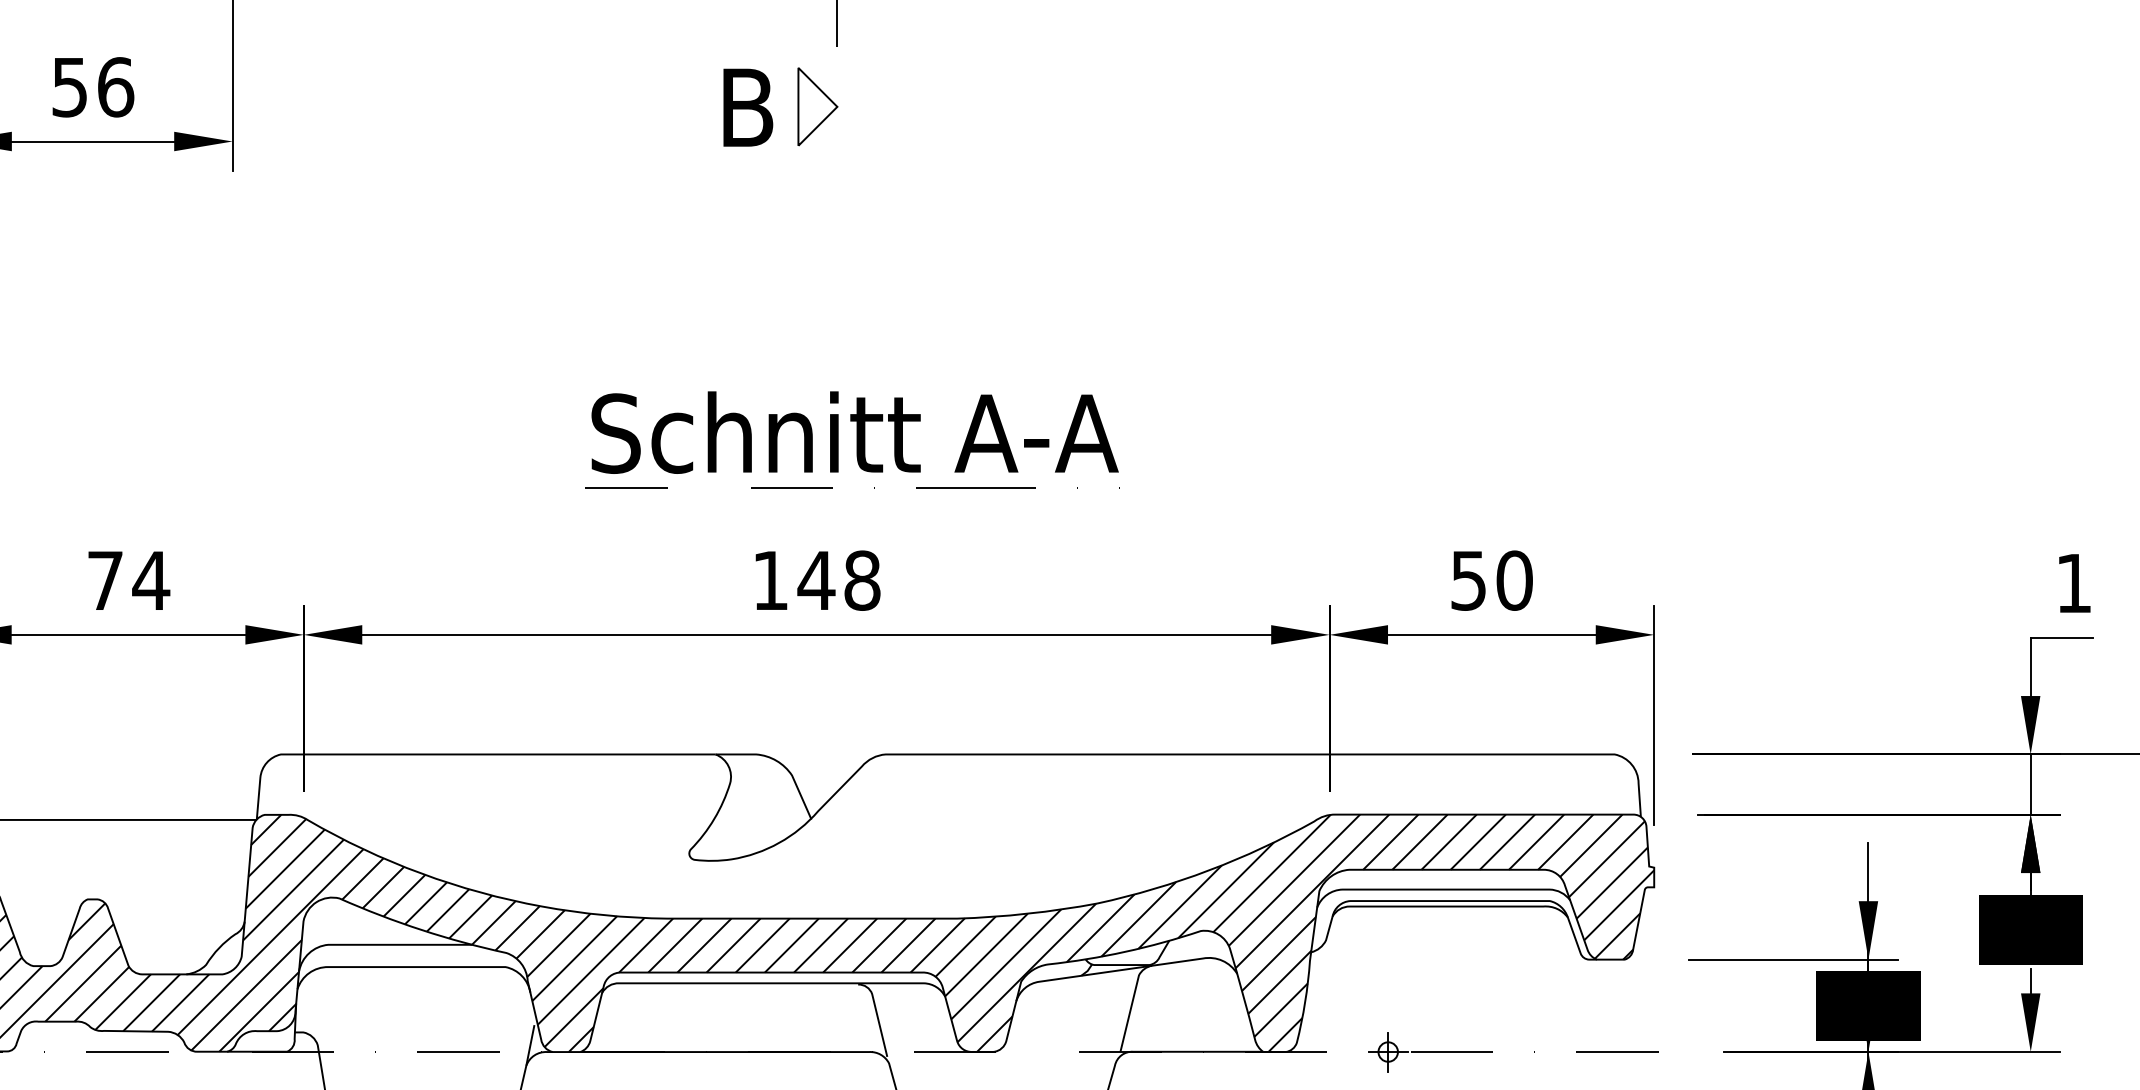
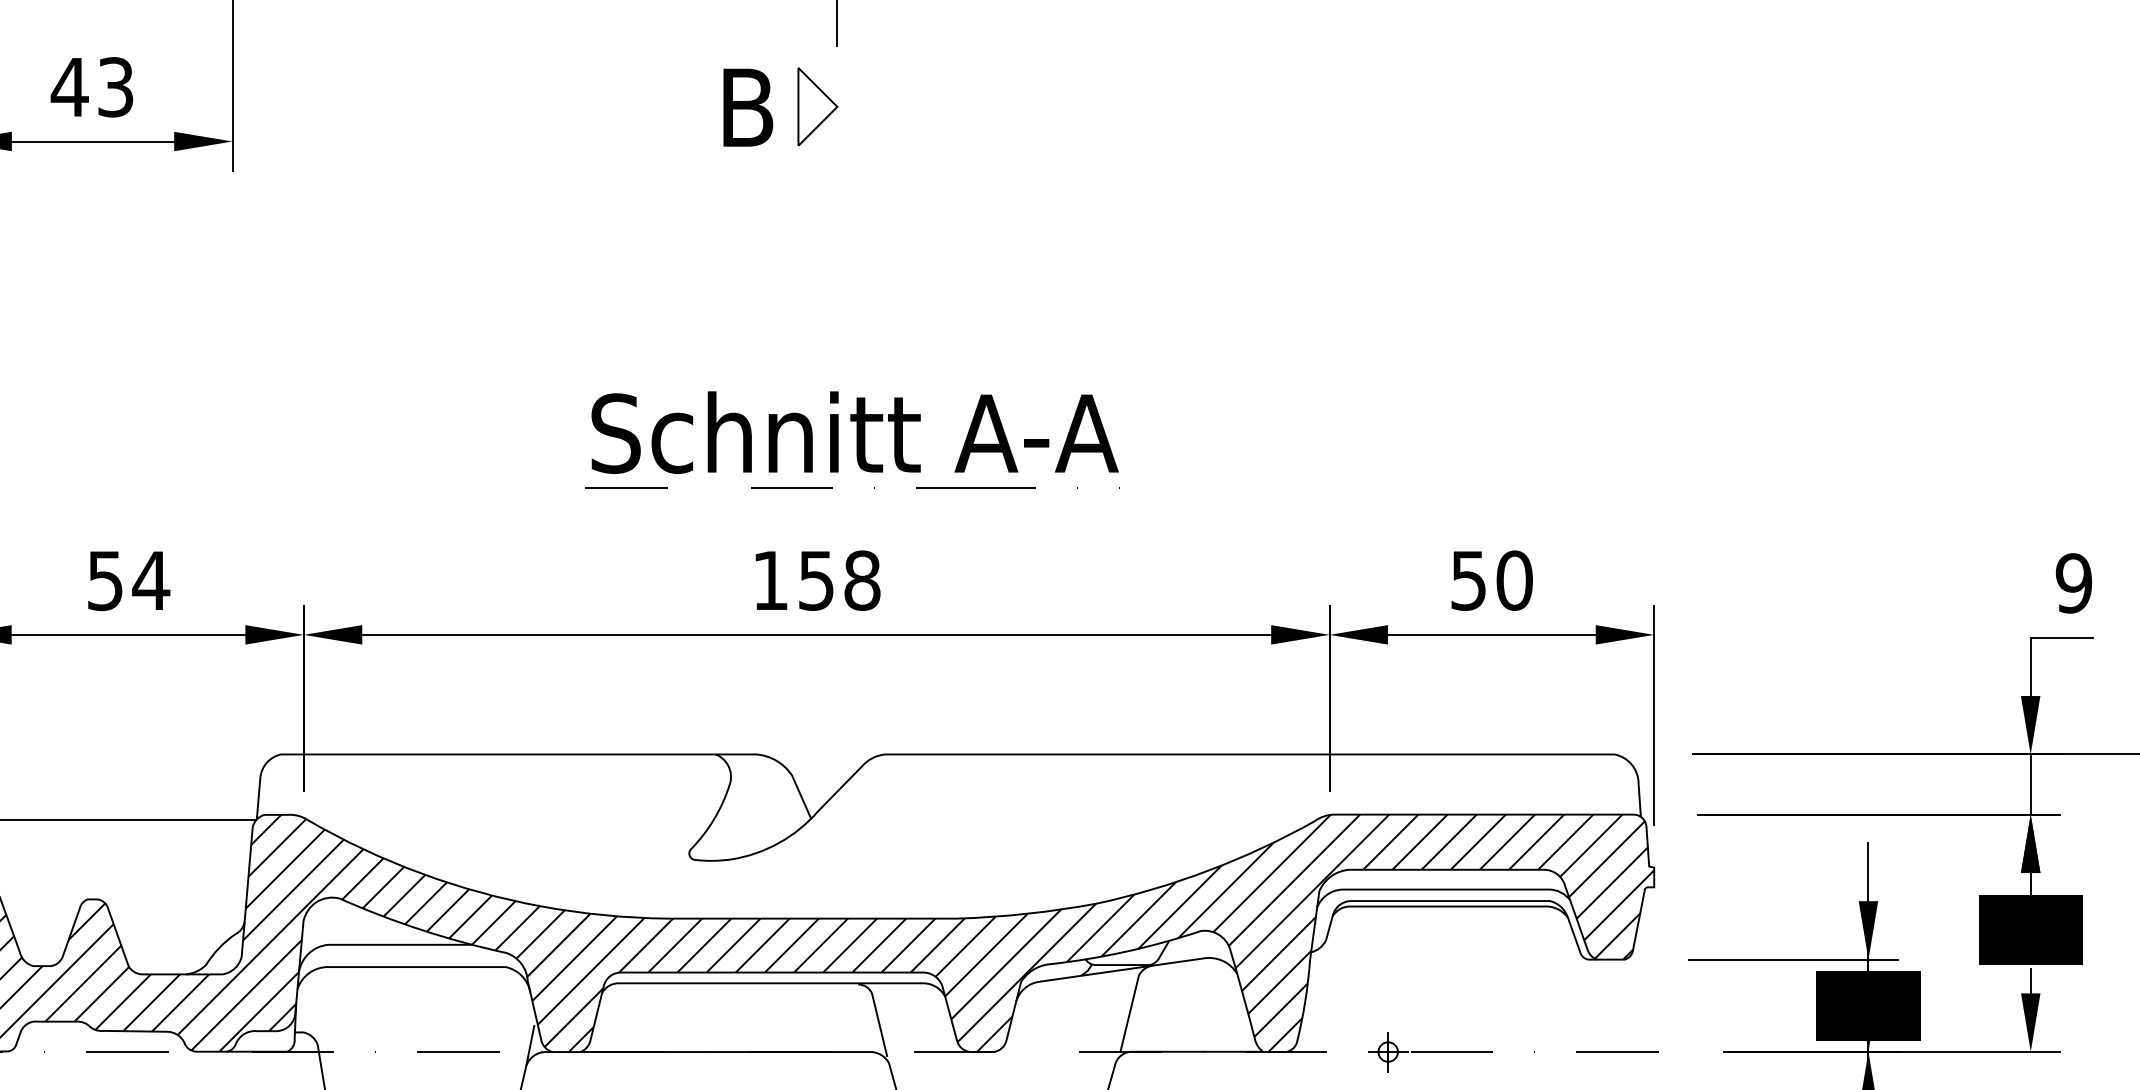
text at (92, 87): 56 -> 43
text at (816, 580): 148 -> 158
text at (105, 581): 74 -> 54
text at (2073, 583): 1 -> 9
